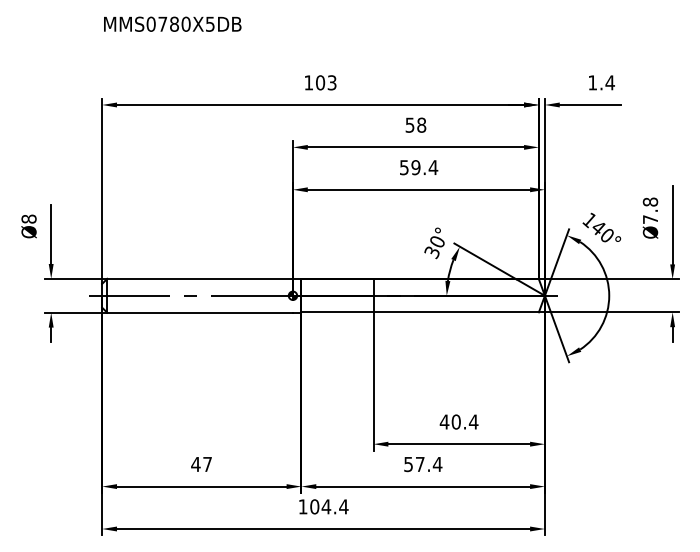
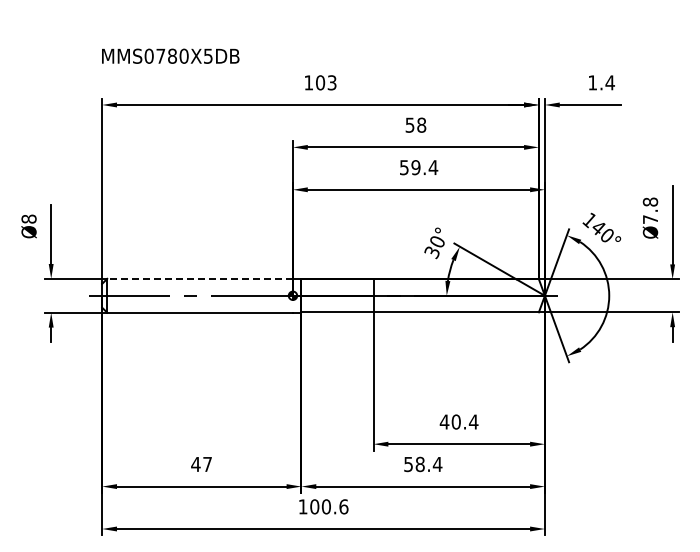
text at (172, 23) position: (172, 23) -> (170, 55)
line at (200, 278): solid -> dashed
text at (419, 464): 57.4 -> 58.4
text at (334, 506): 104.4 -> 100.6
